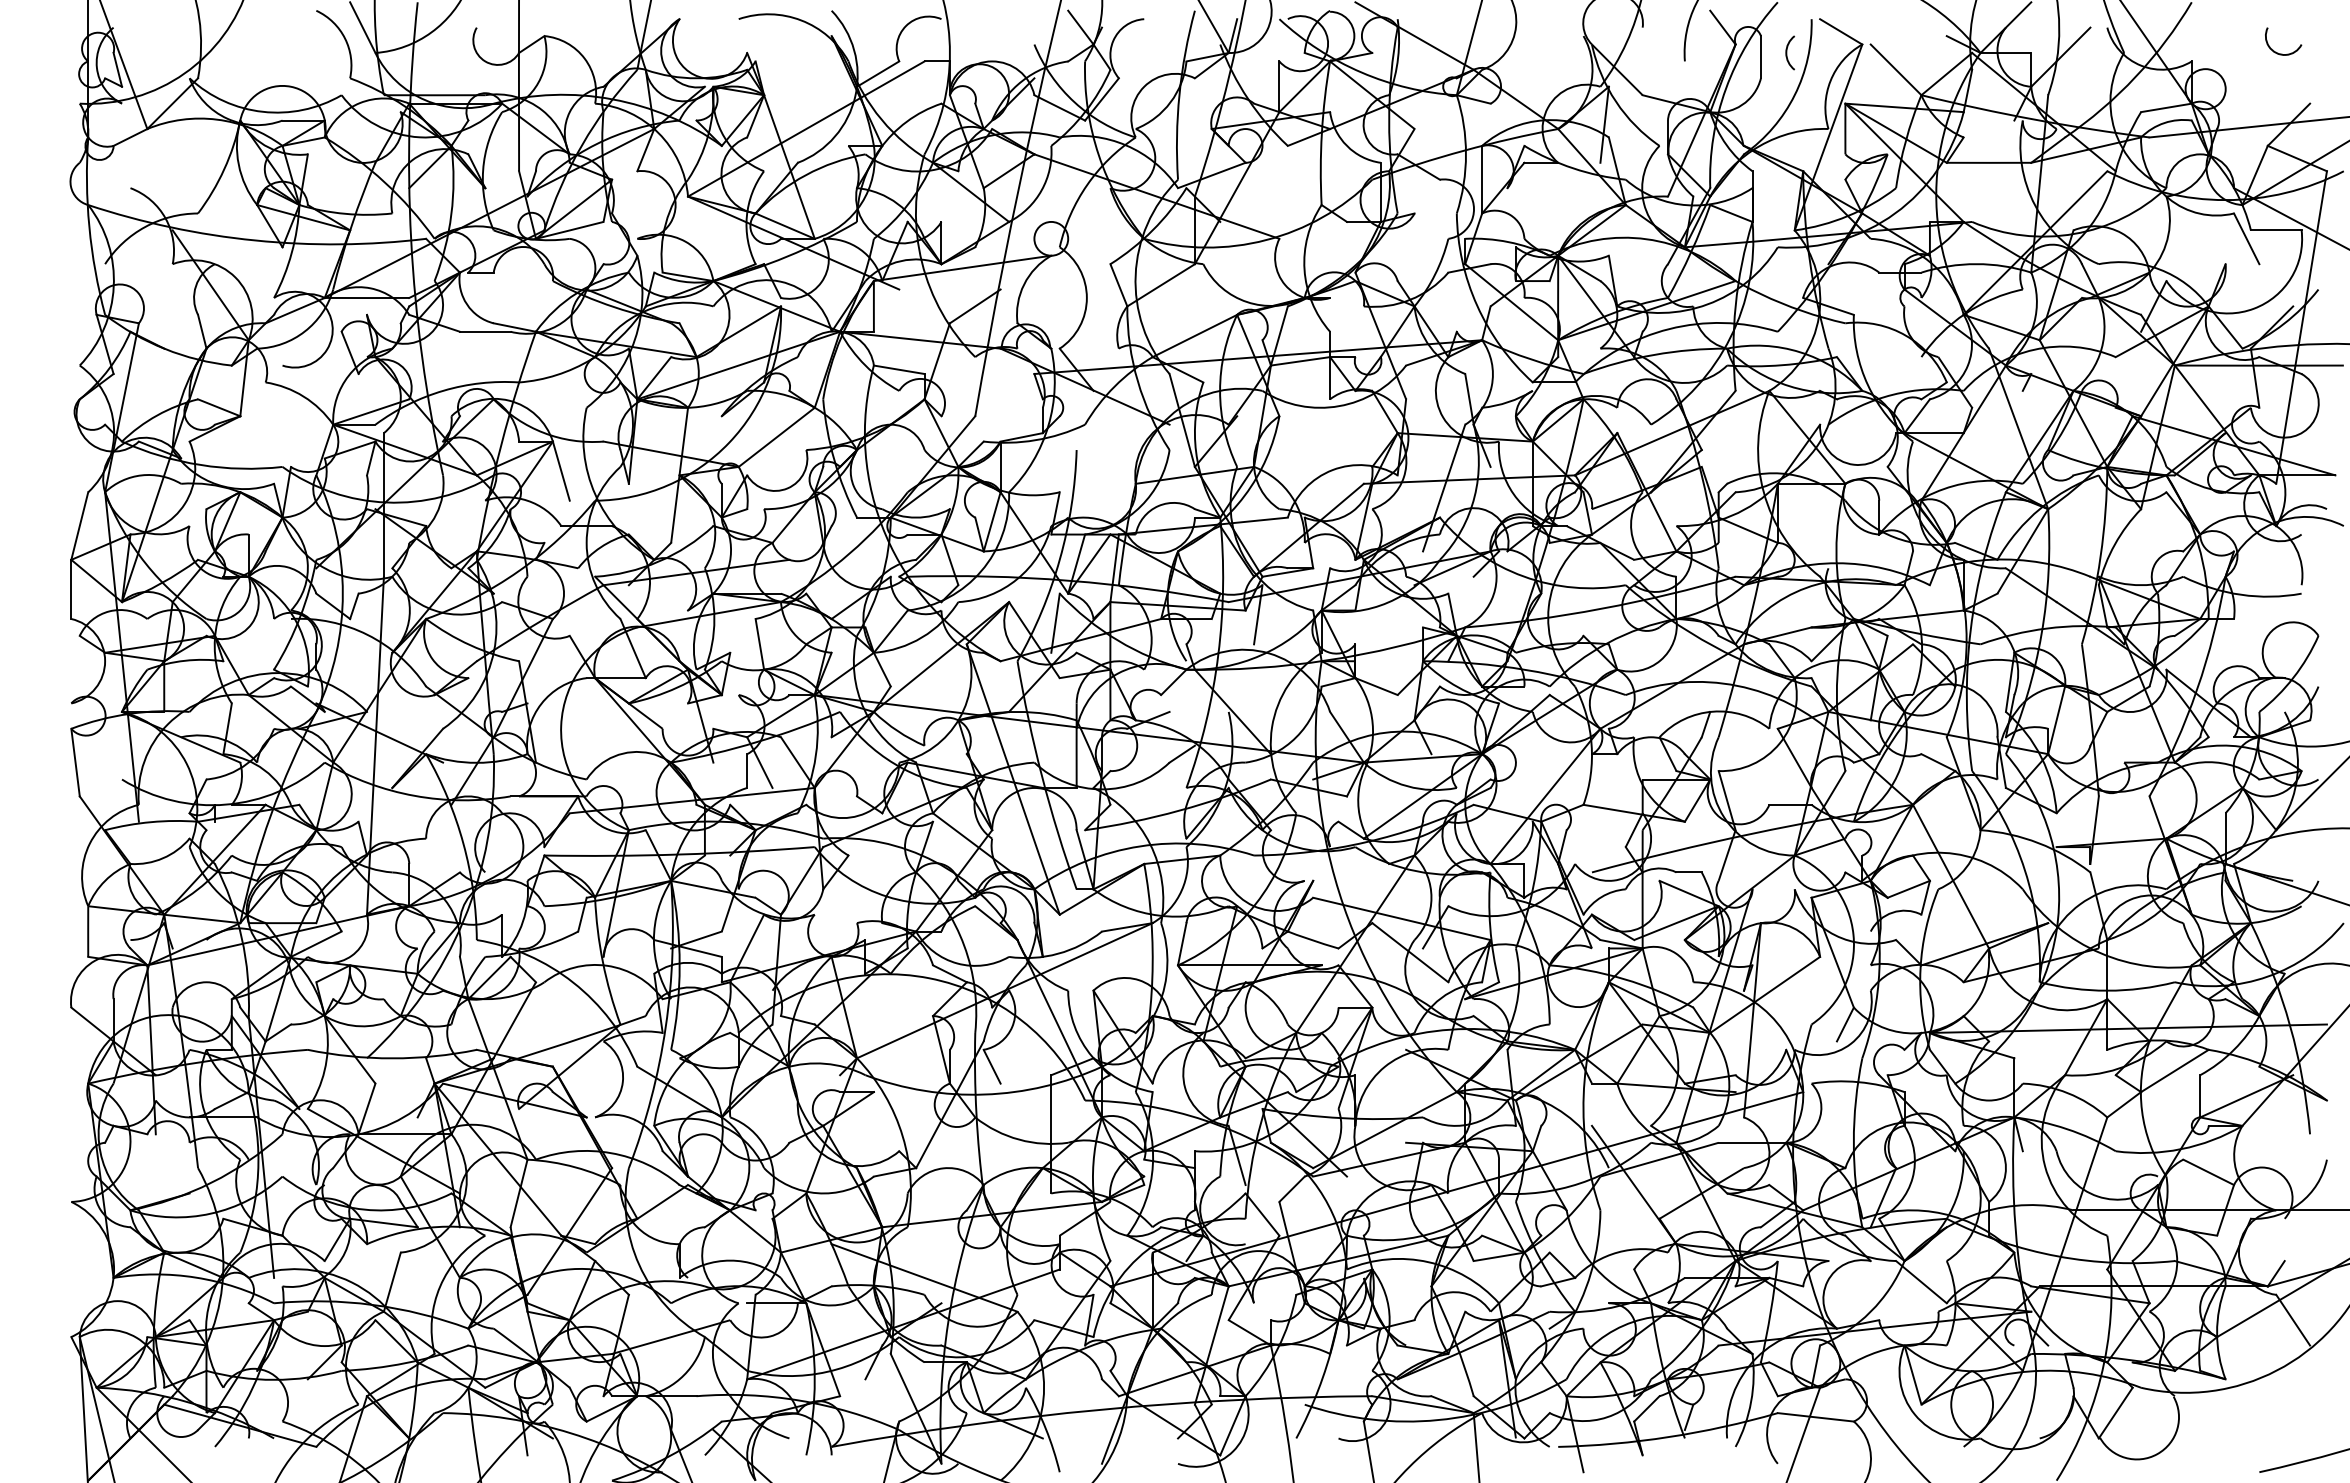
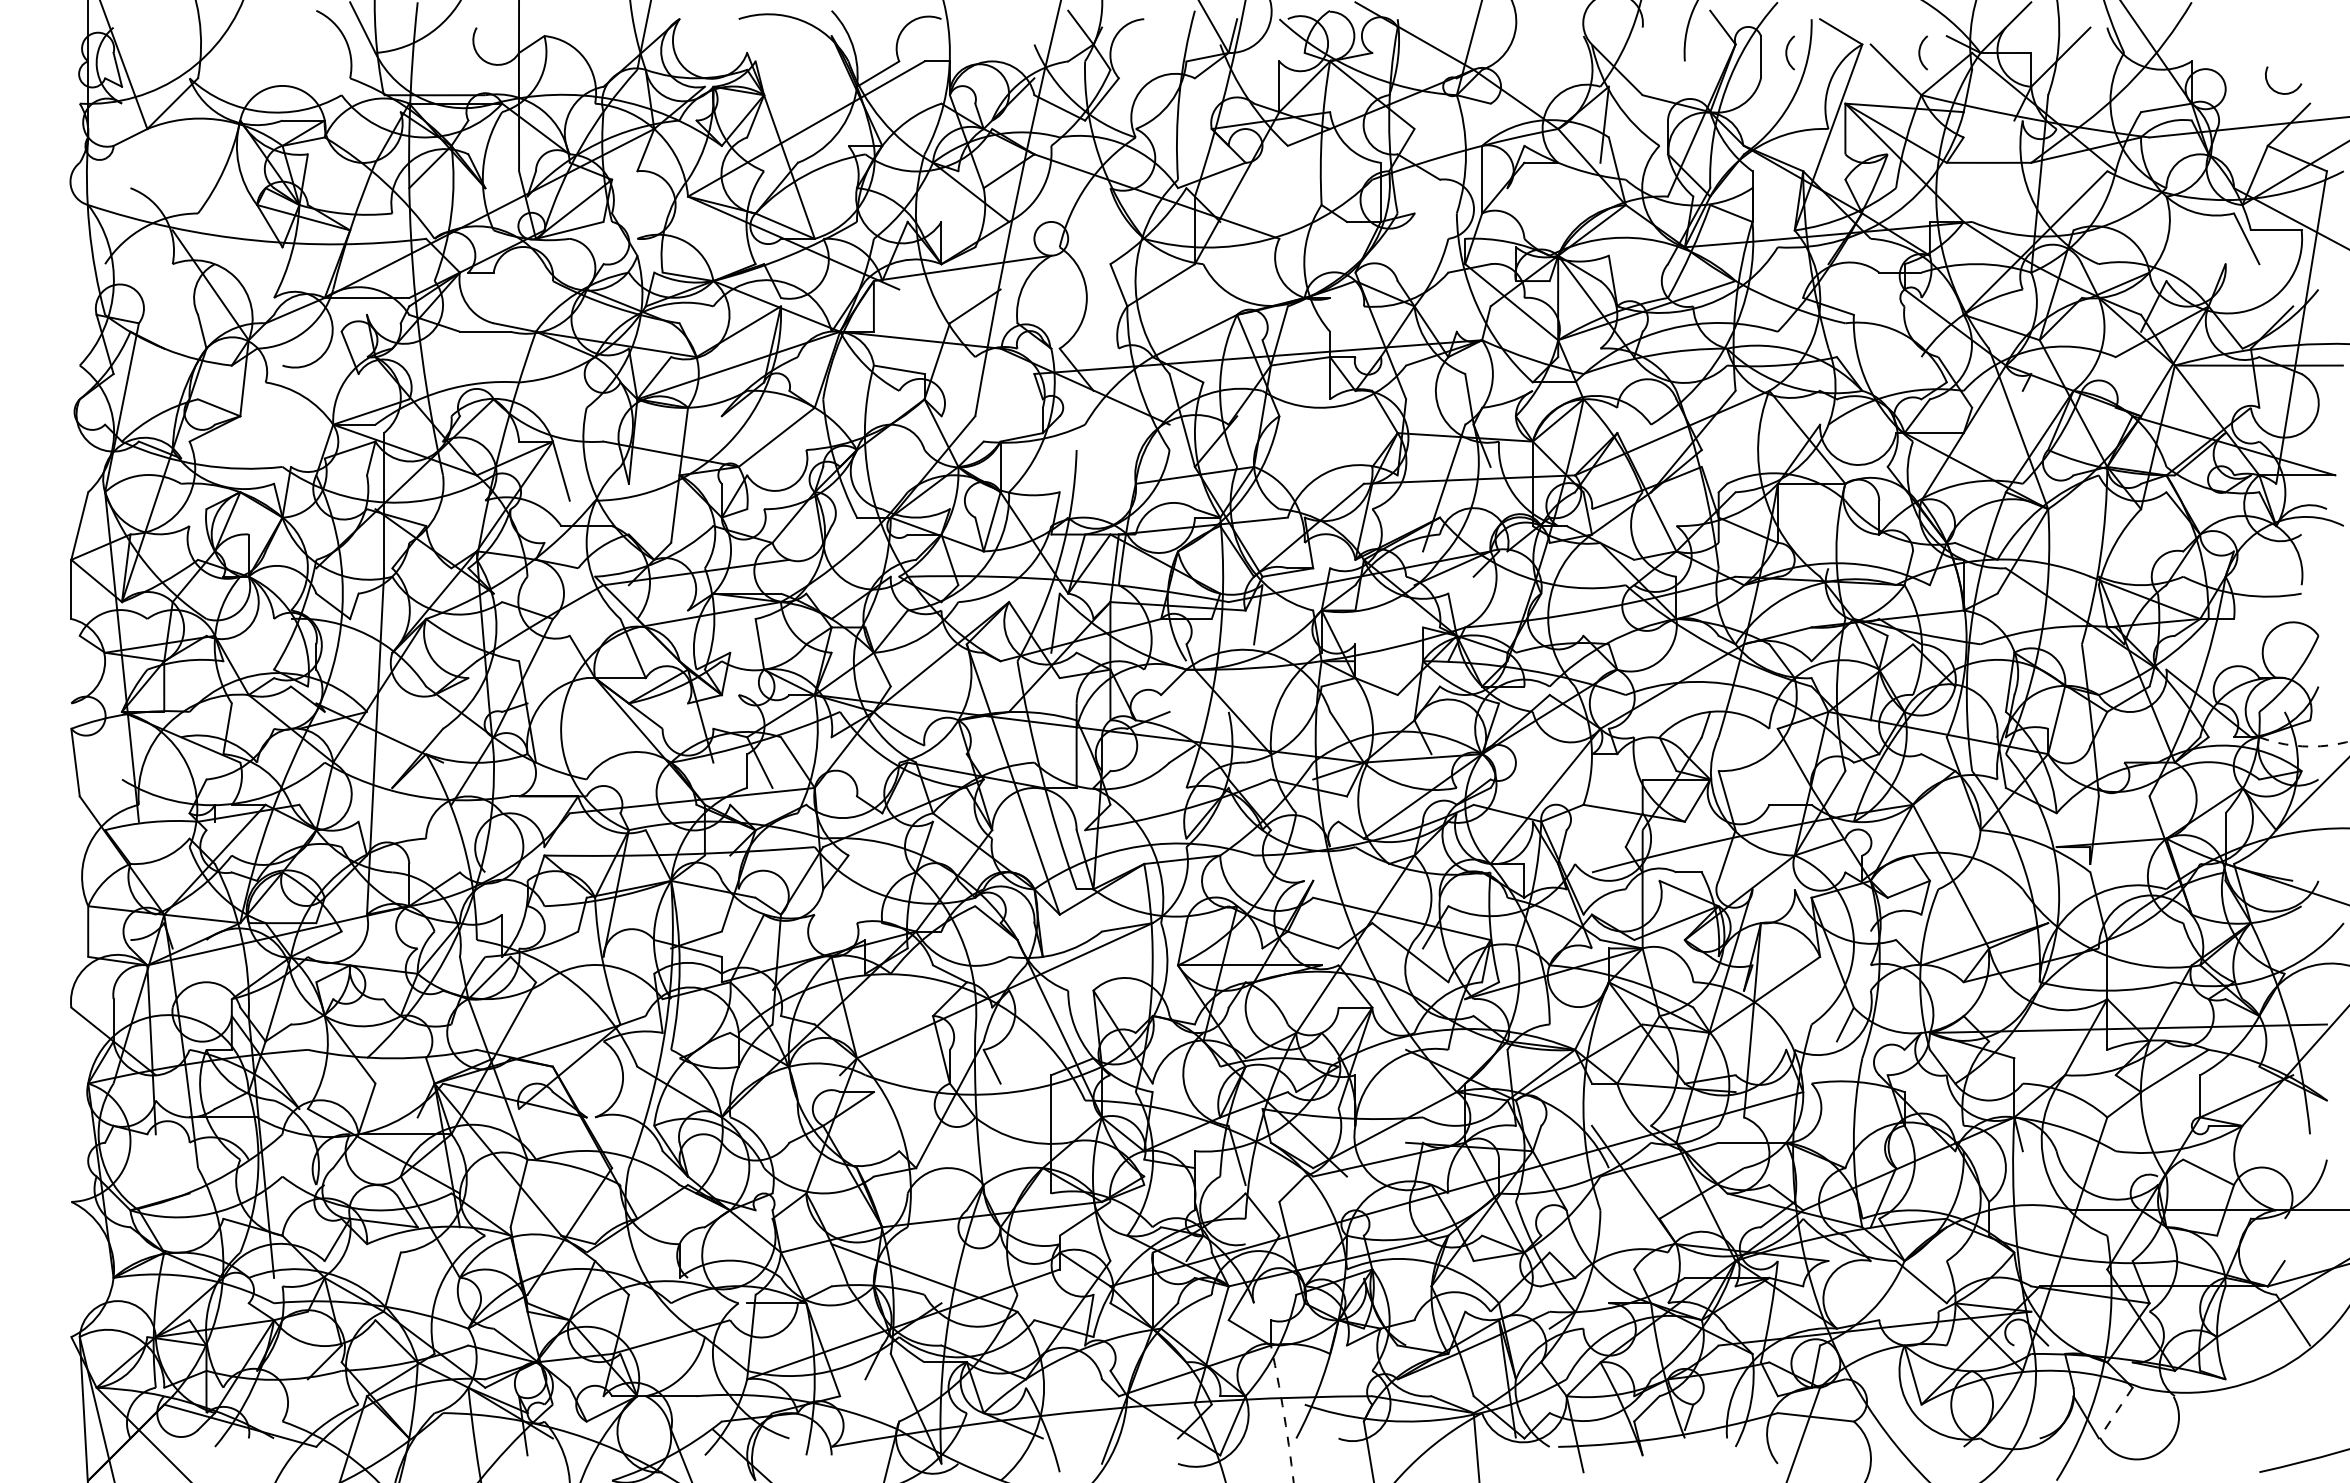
arc at (1920, 52): none -> present
arc at (2282, 53) position: (2282, 53) -> (2282, 92)
arc at (2304, 746): solid -> dashed
arc at (1283, 1413): solid -> dashed
line at (2115, 1413): solid -> dashed
